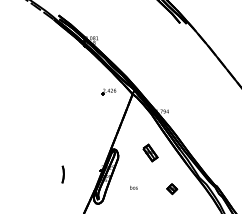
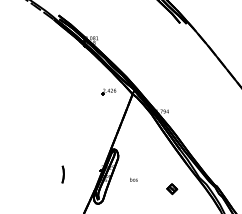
part at (150, 152): present -> none
text at (133, 187) position: (133, 187) -> (133, 179)
